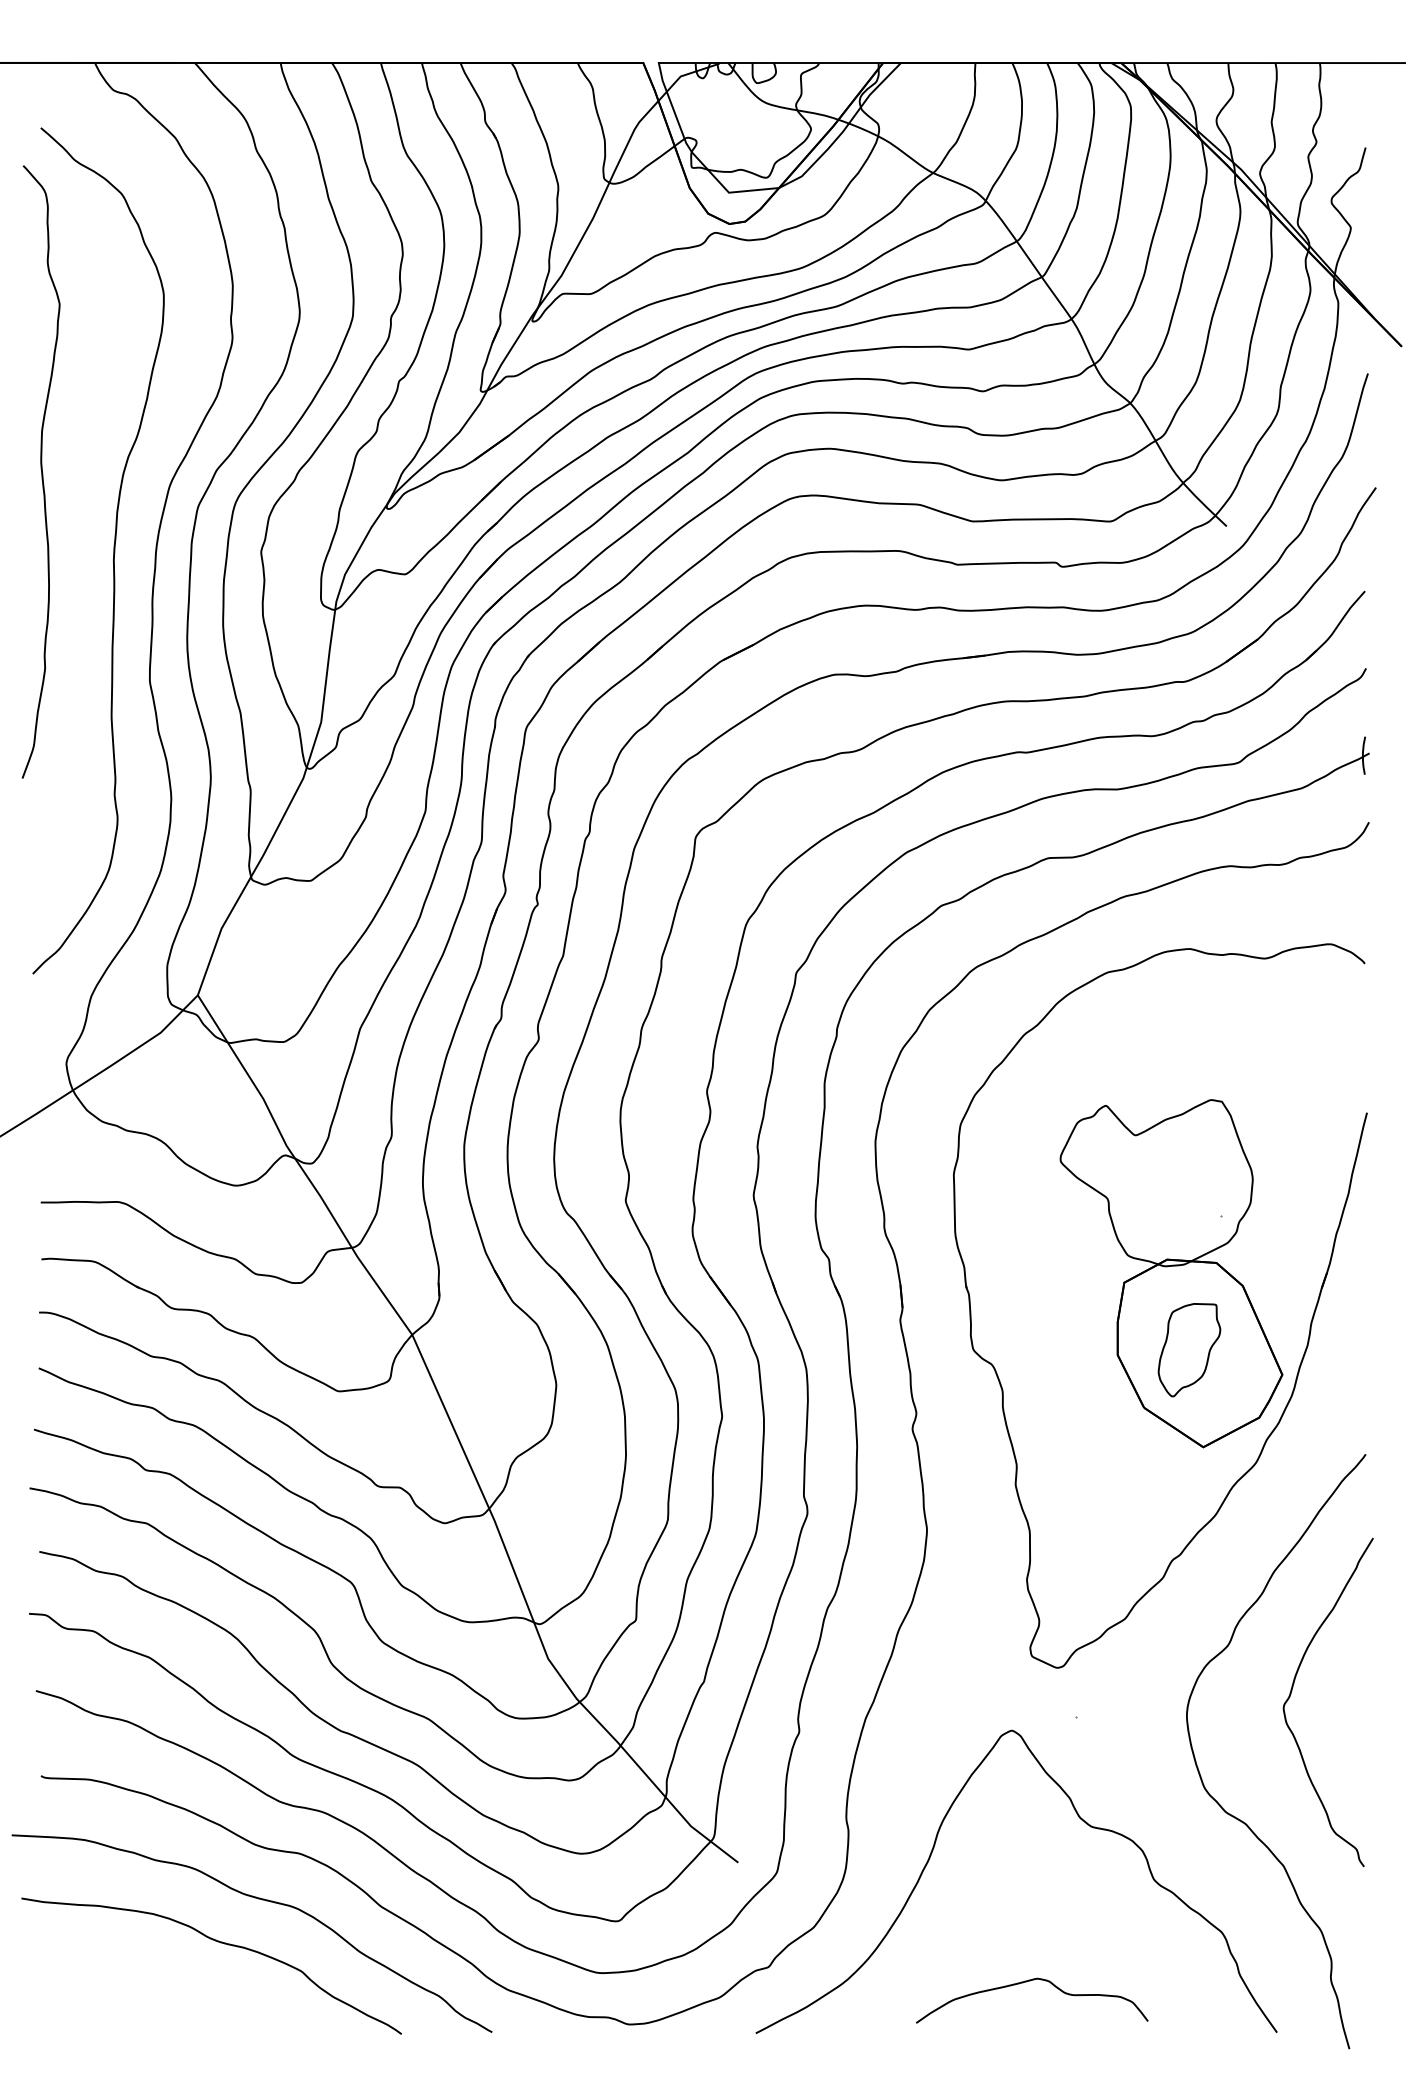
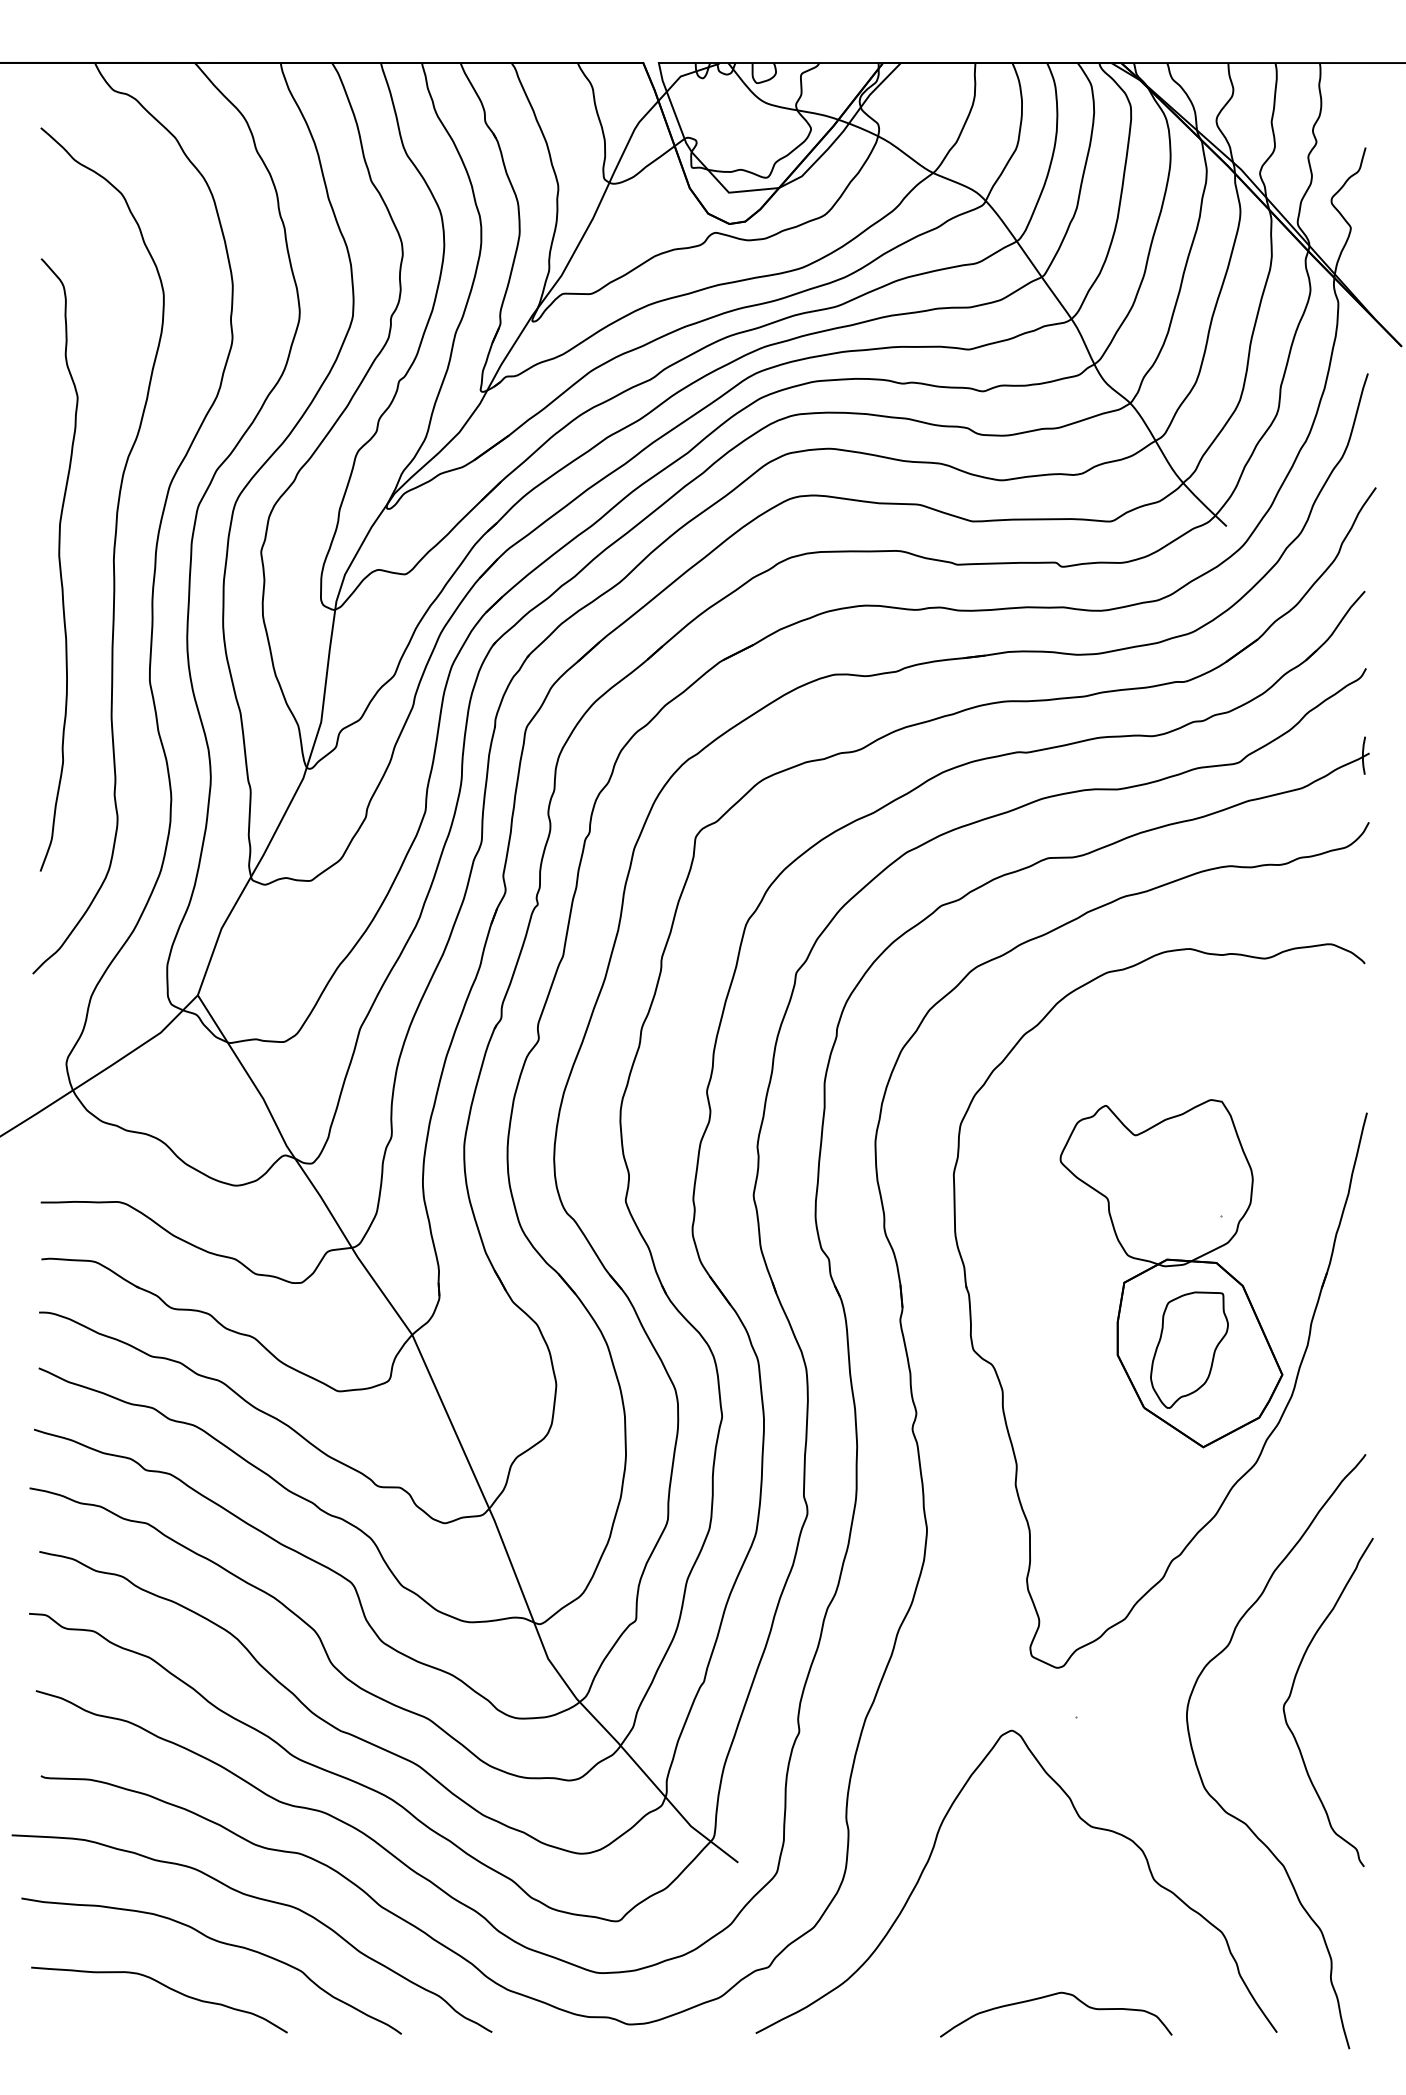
curve at (41, 471) position: (41, 471) -> (59, 564)
part at (1189, 1350) size: 65x95 px -> 79x118 px
curve at (1026, 1982) position: (1026, 1982) -> (1050, 1996)
curve at (167, 1988): none -> present
